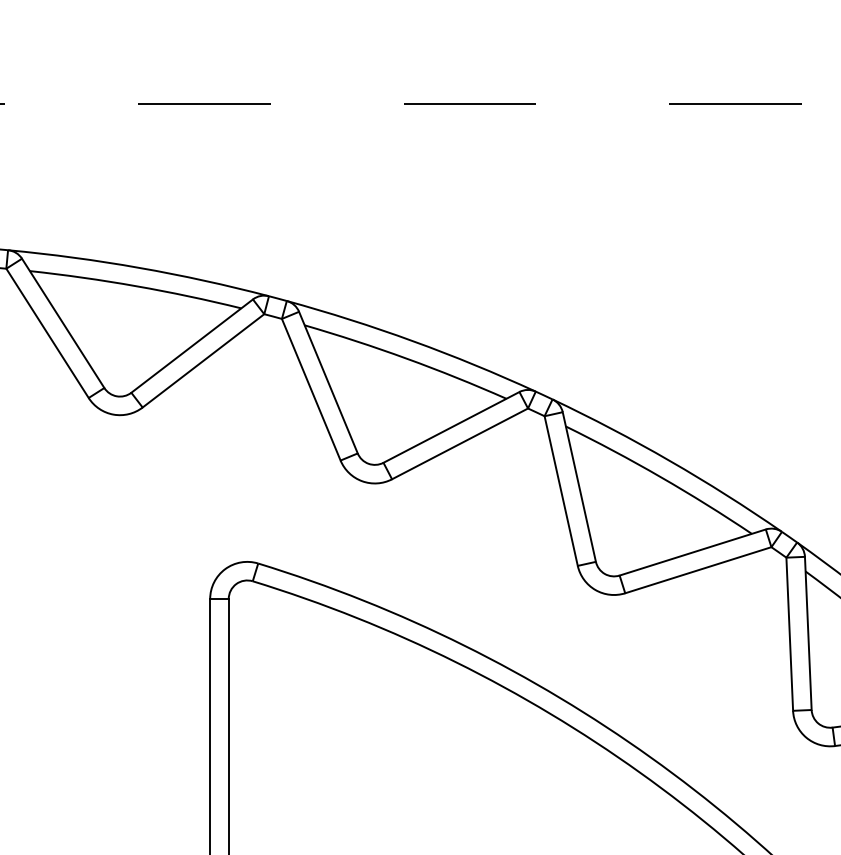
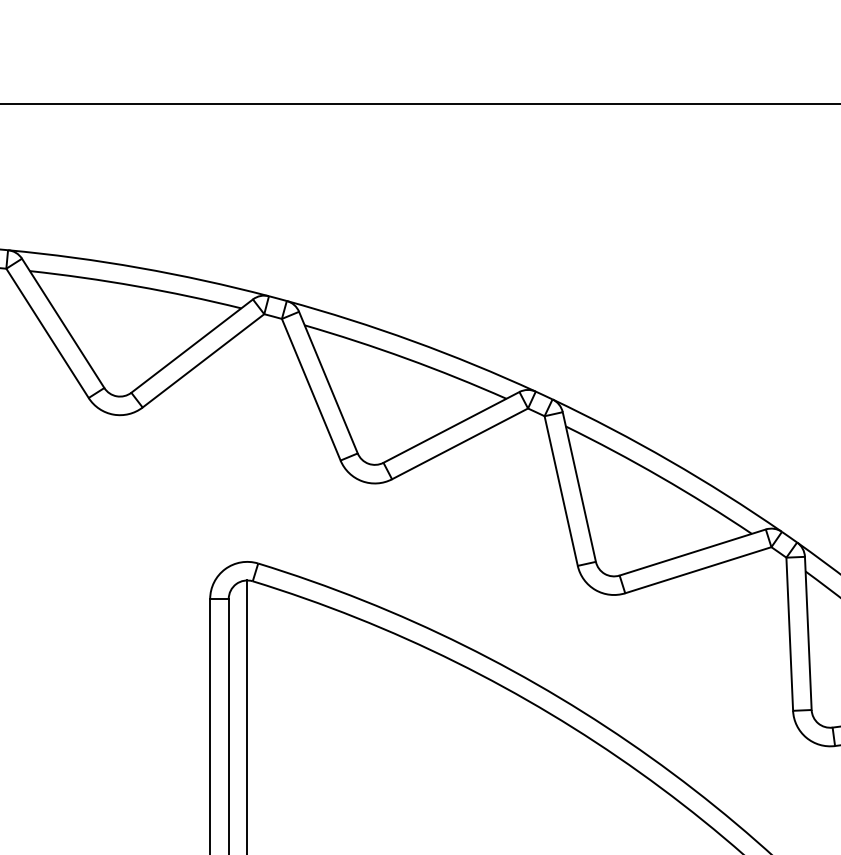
line at (420, 103): dashed -> solid
line at (247, 715): none -> present
